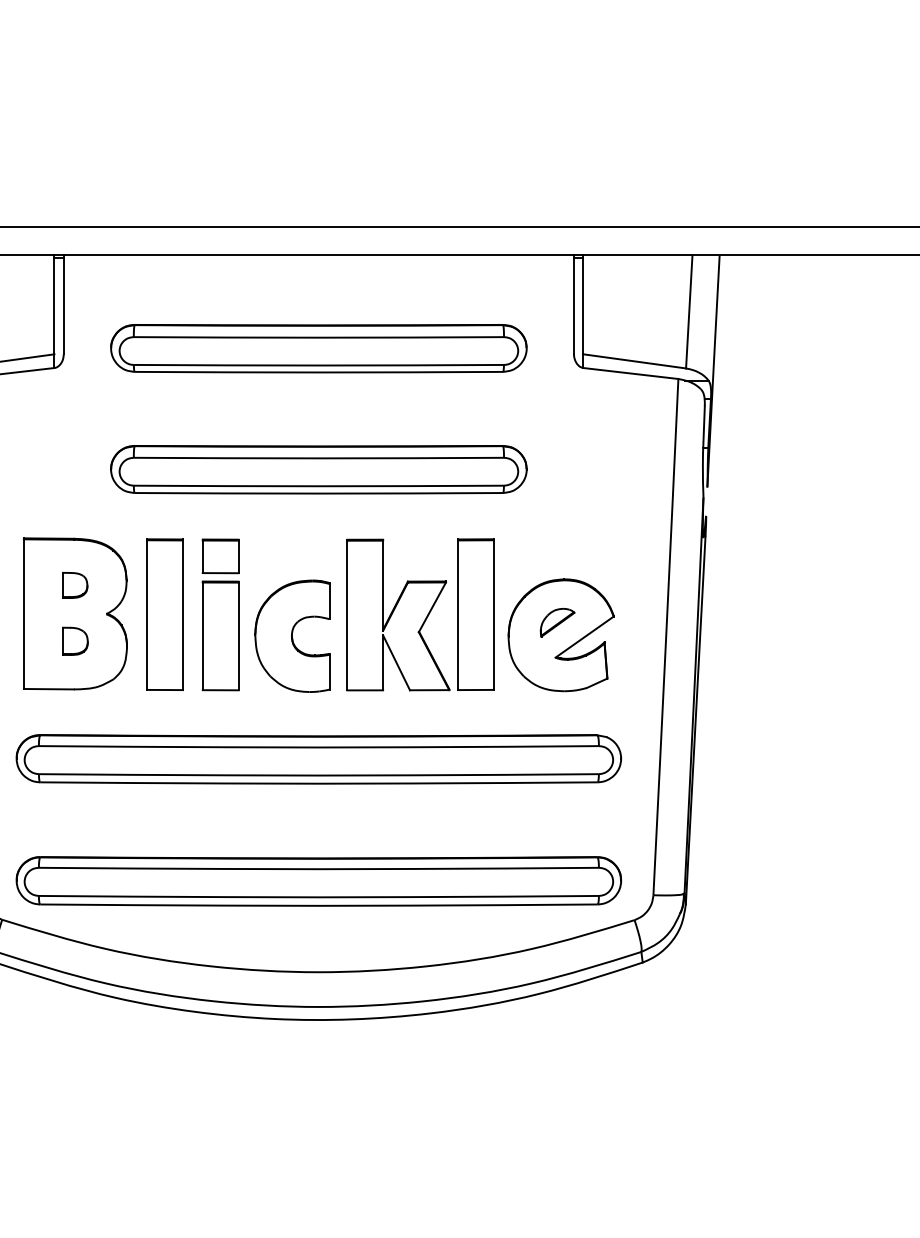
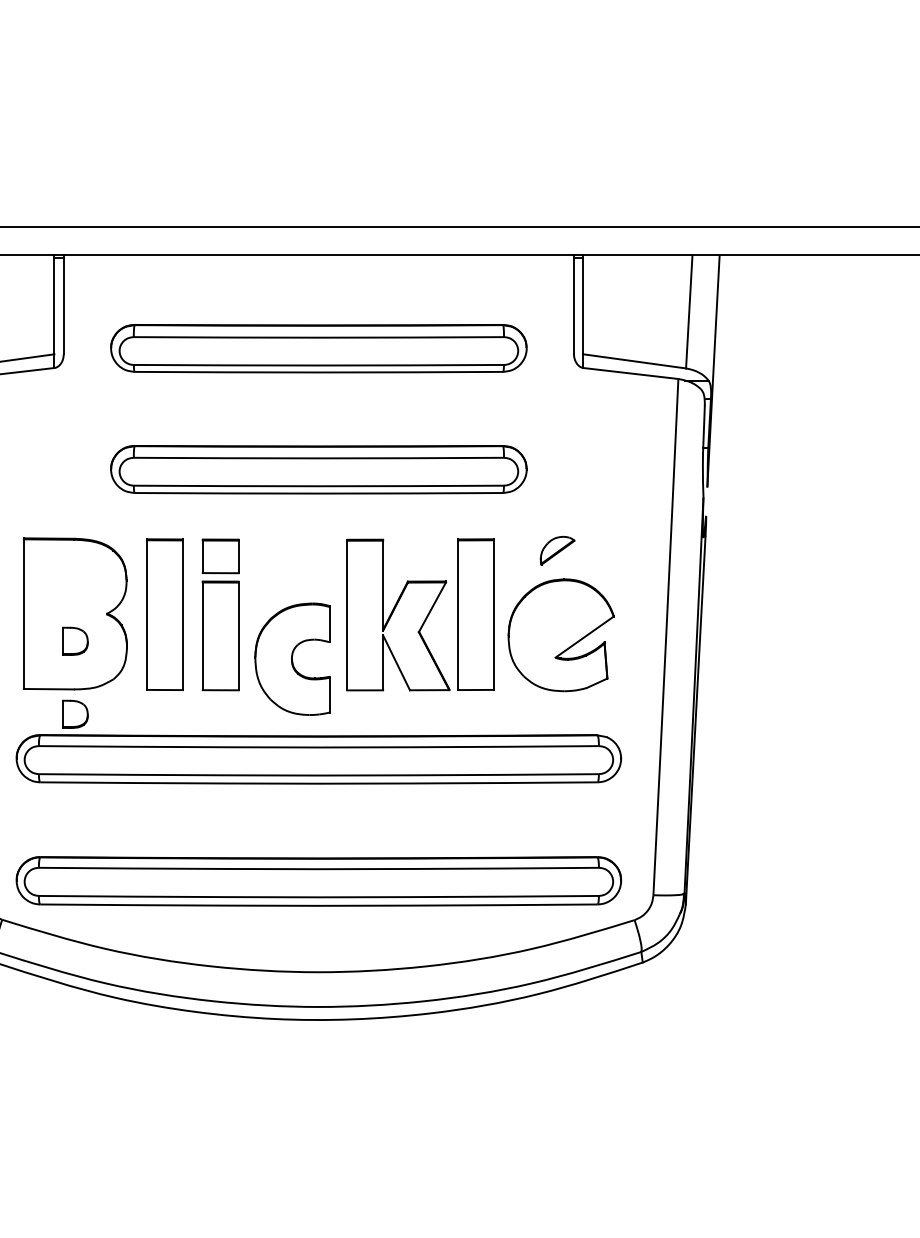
part at (75, 585): present -> none
part at (557, 622) position: (557, 622) -> (557, 550)
part at (292, 635) position: (292, 635) -> (292, 658)
part at (75, 713): none -> present
